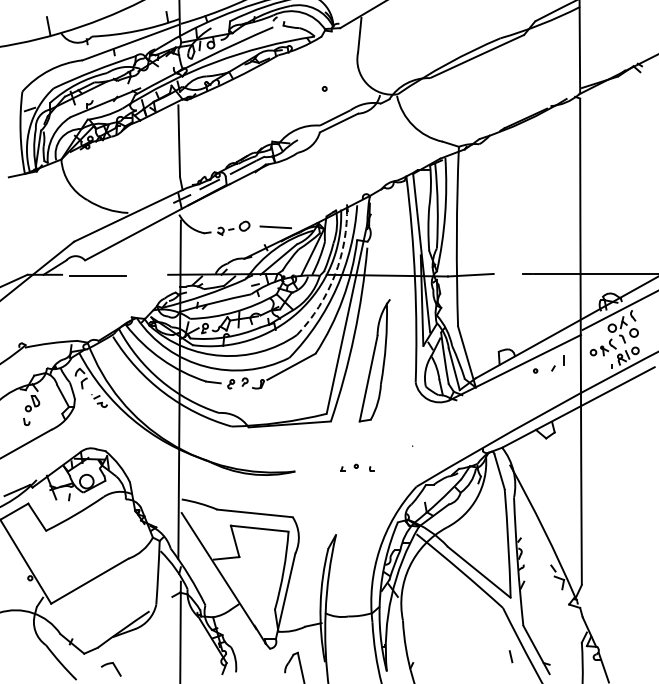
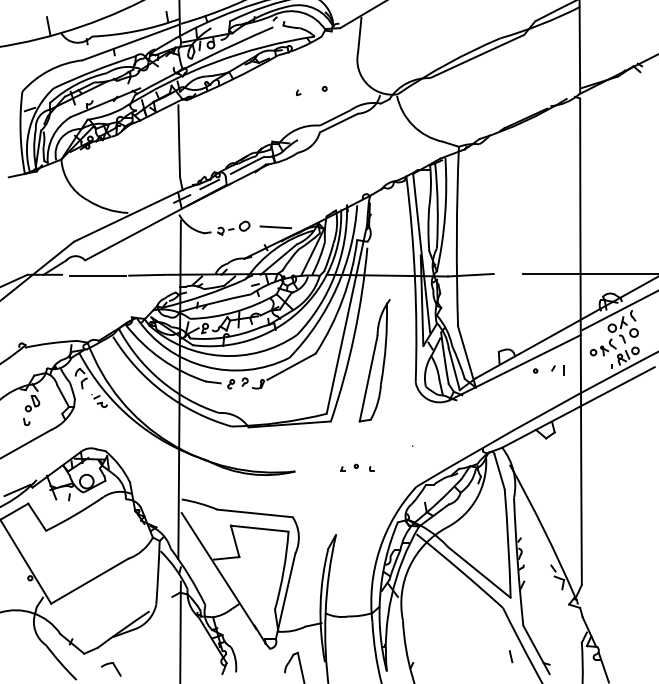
part at (298, 92): none -> present
line at (147, 274): none -> present
arc at (334, 275): dashed -> solid
line at (563, 360) position: (563, 360) -> (563, 370)
